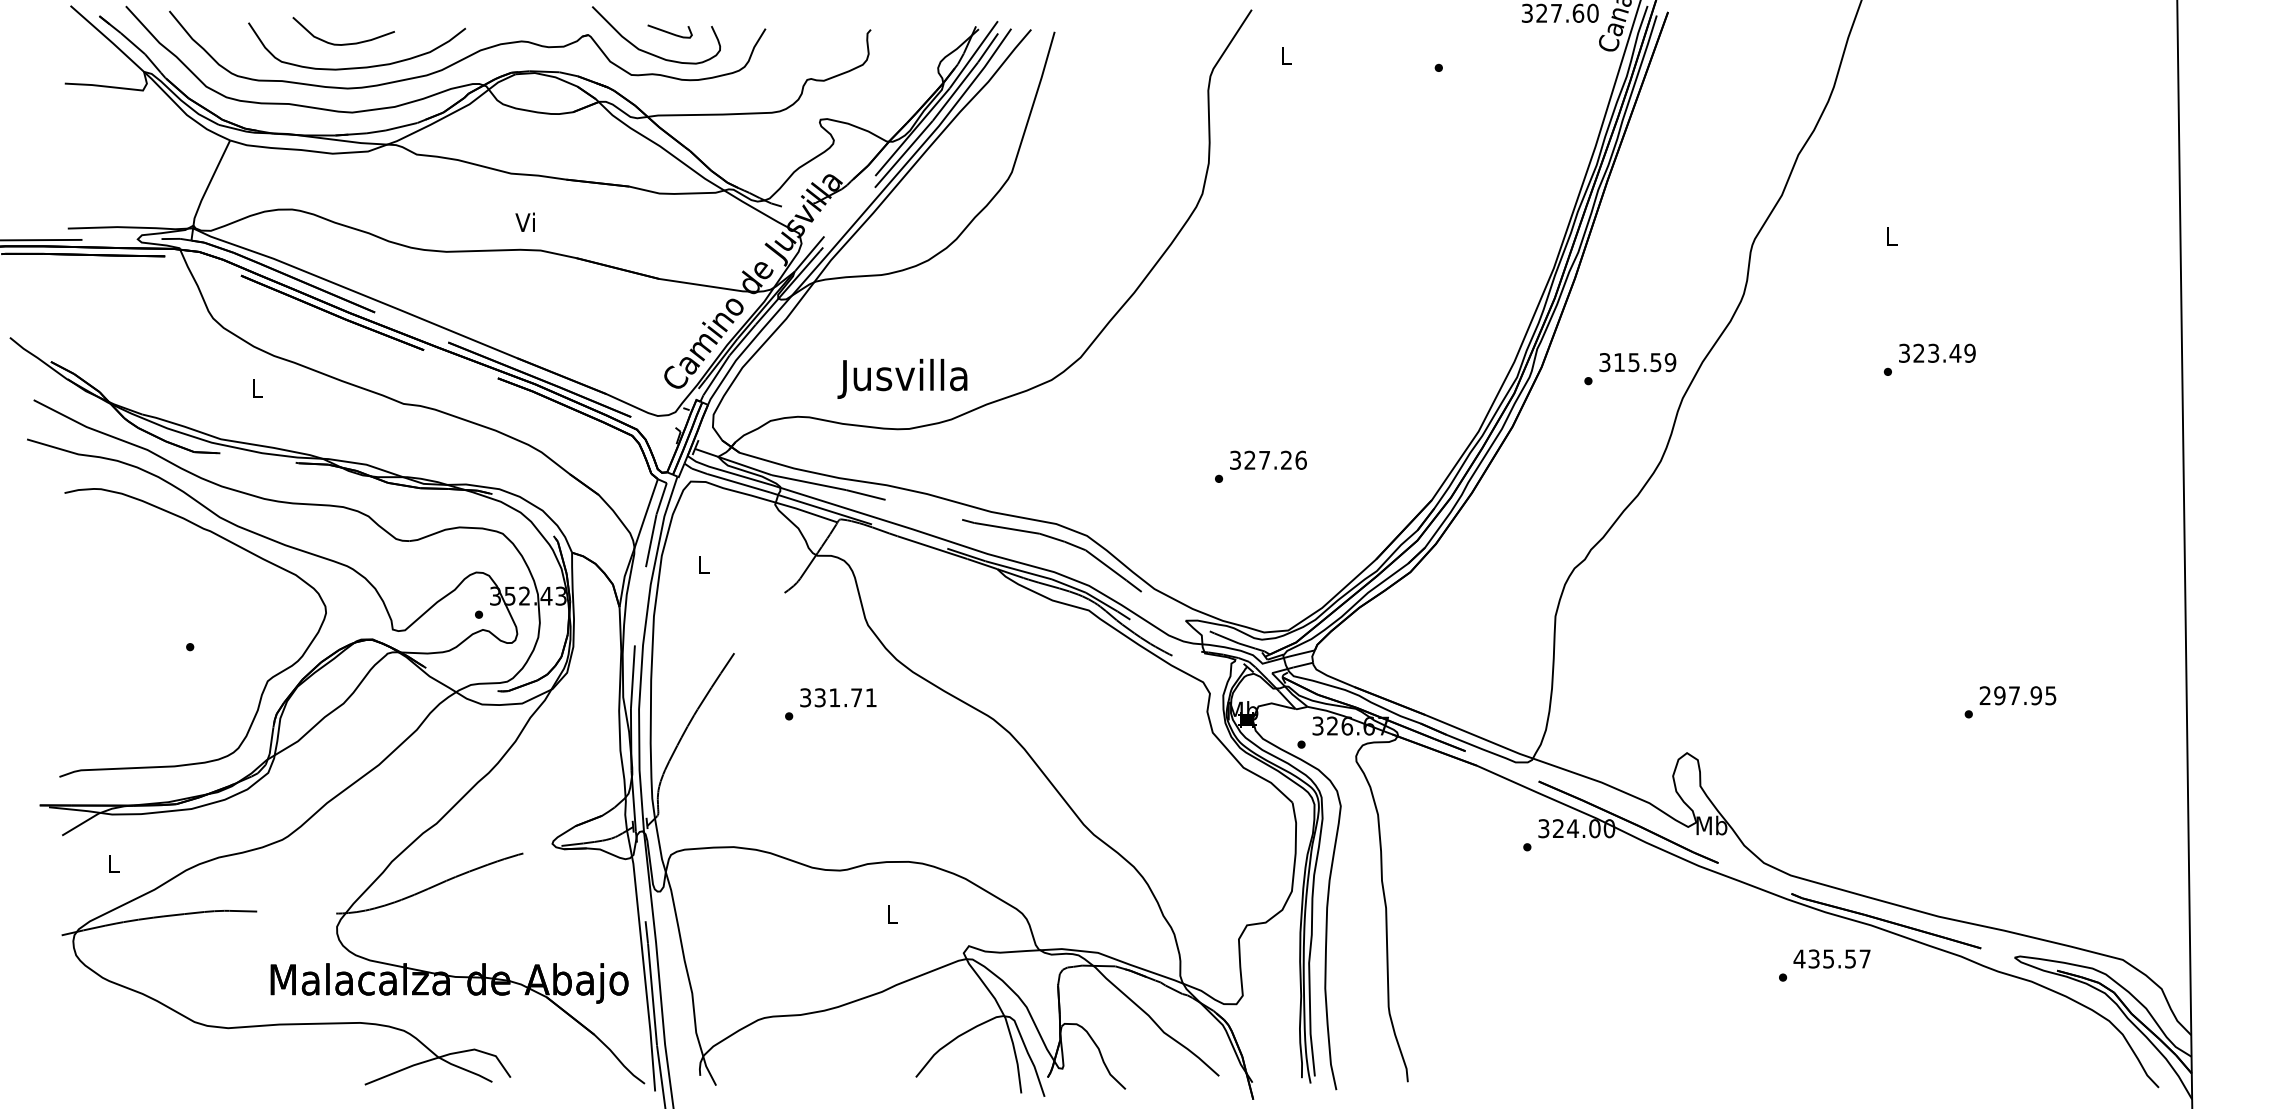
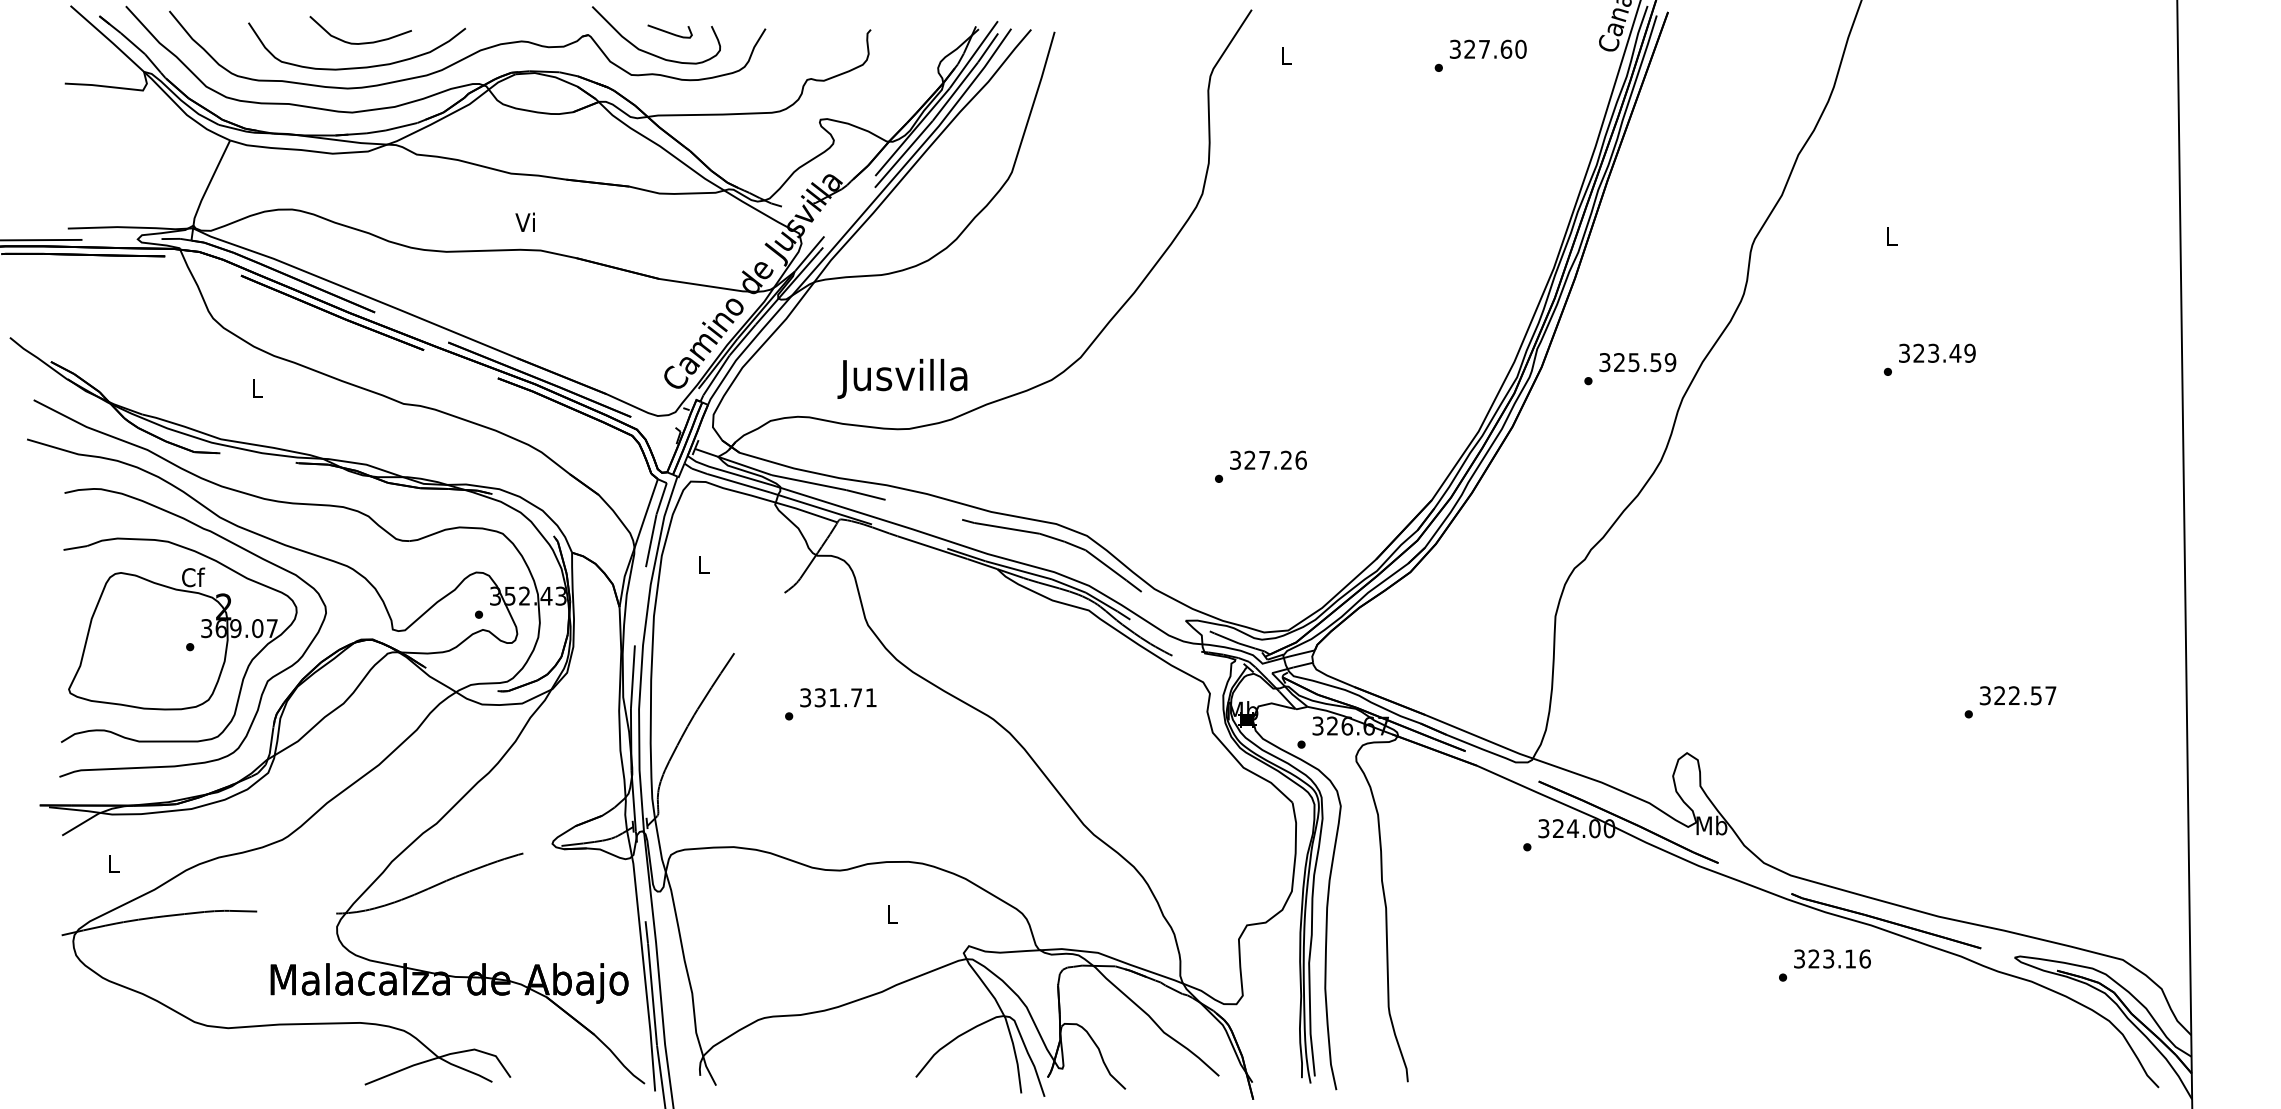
text at (1560, 12) position: (1560, 12) -> (1488, 48)
curve at (343, 43) position: (343, 43) -> (360, 42)
text at (1619, 362): 315.59 -> 325.59
part at (178, 639): none -> present
text at (2017, 695): 297.95 -> 322.57
text at (1831, 958): 435.57 -> 323.16
